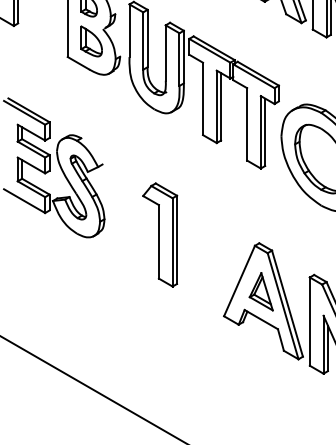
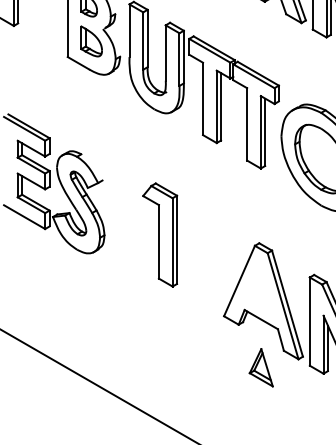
part at (54, 167) position: (54, 167) -> (54, 183)
part at (260, 291) position: (260, 291) -> (260, 367)
line at (92, 389) position: (92, 389) -> (98, 385)
